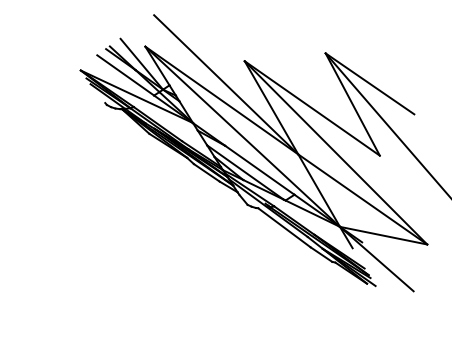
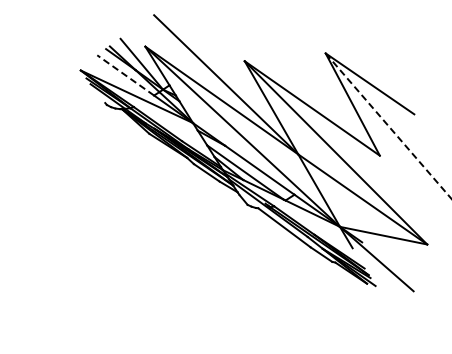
line at (125, 75): solid -> dashed
line at (389, 126): solid -> dashed
